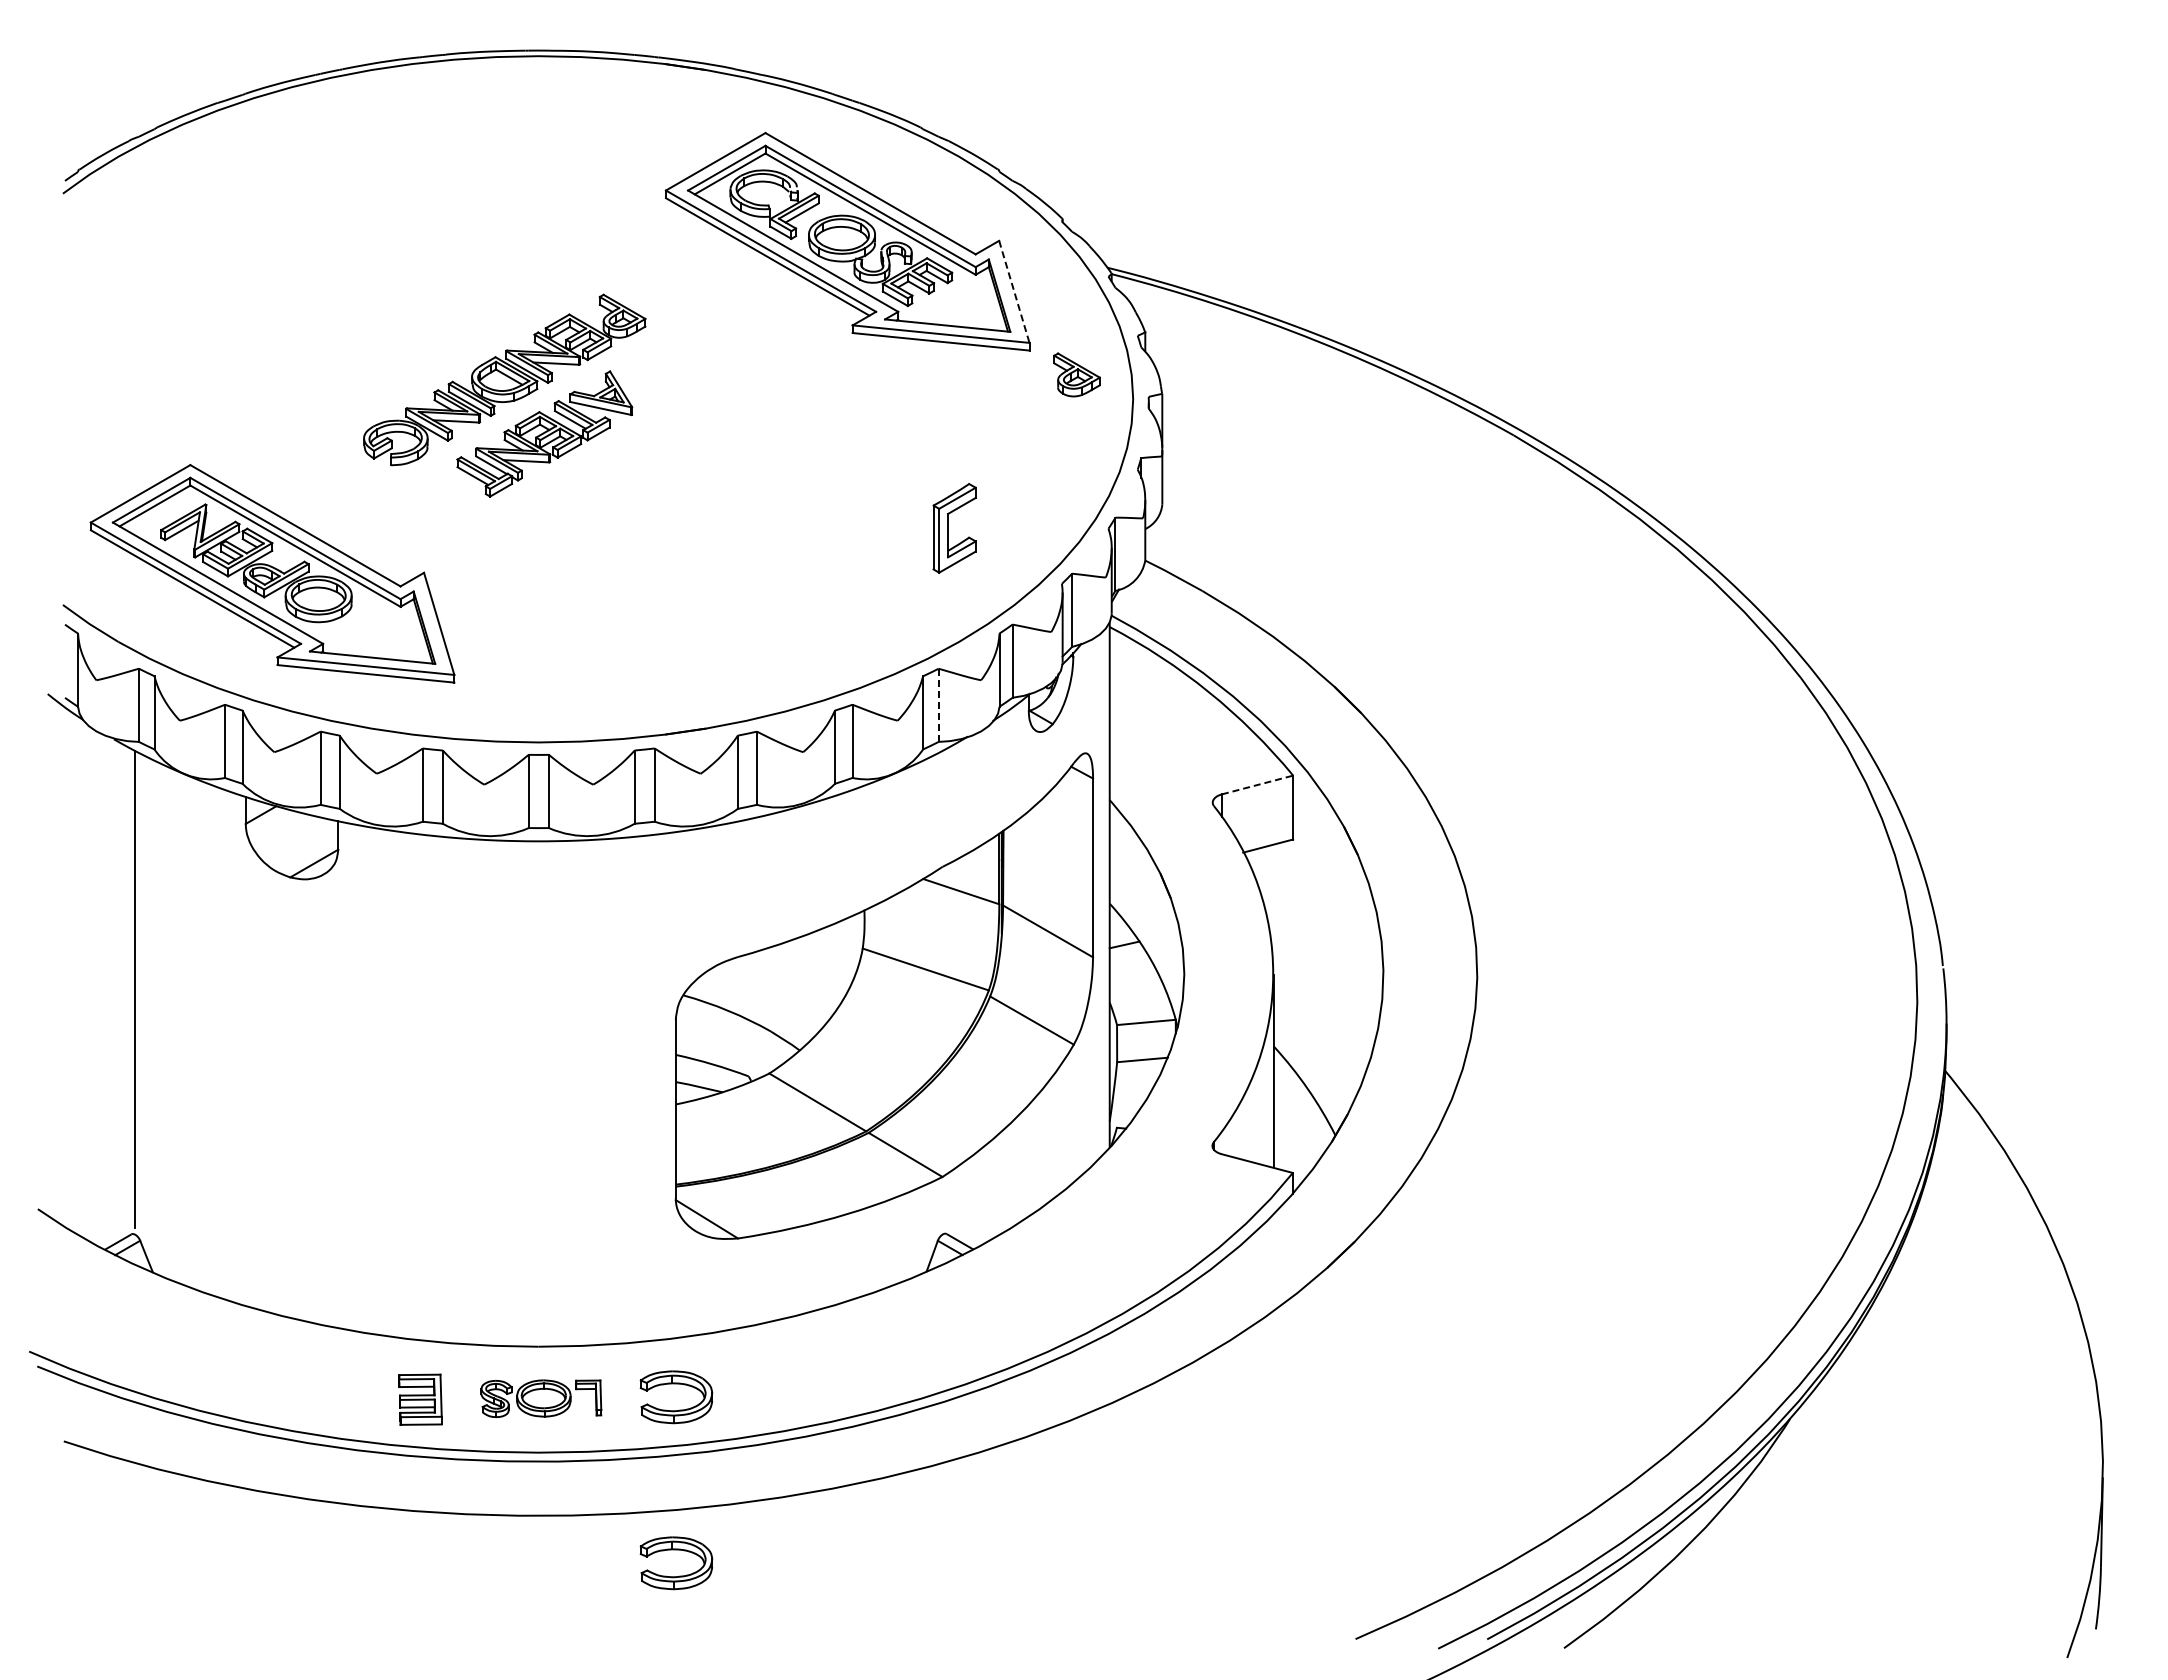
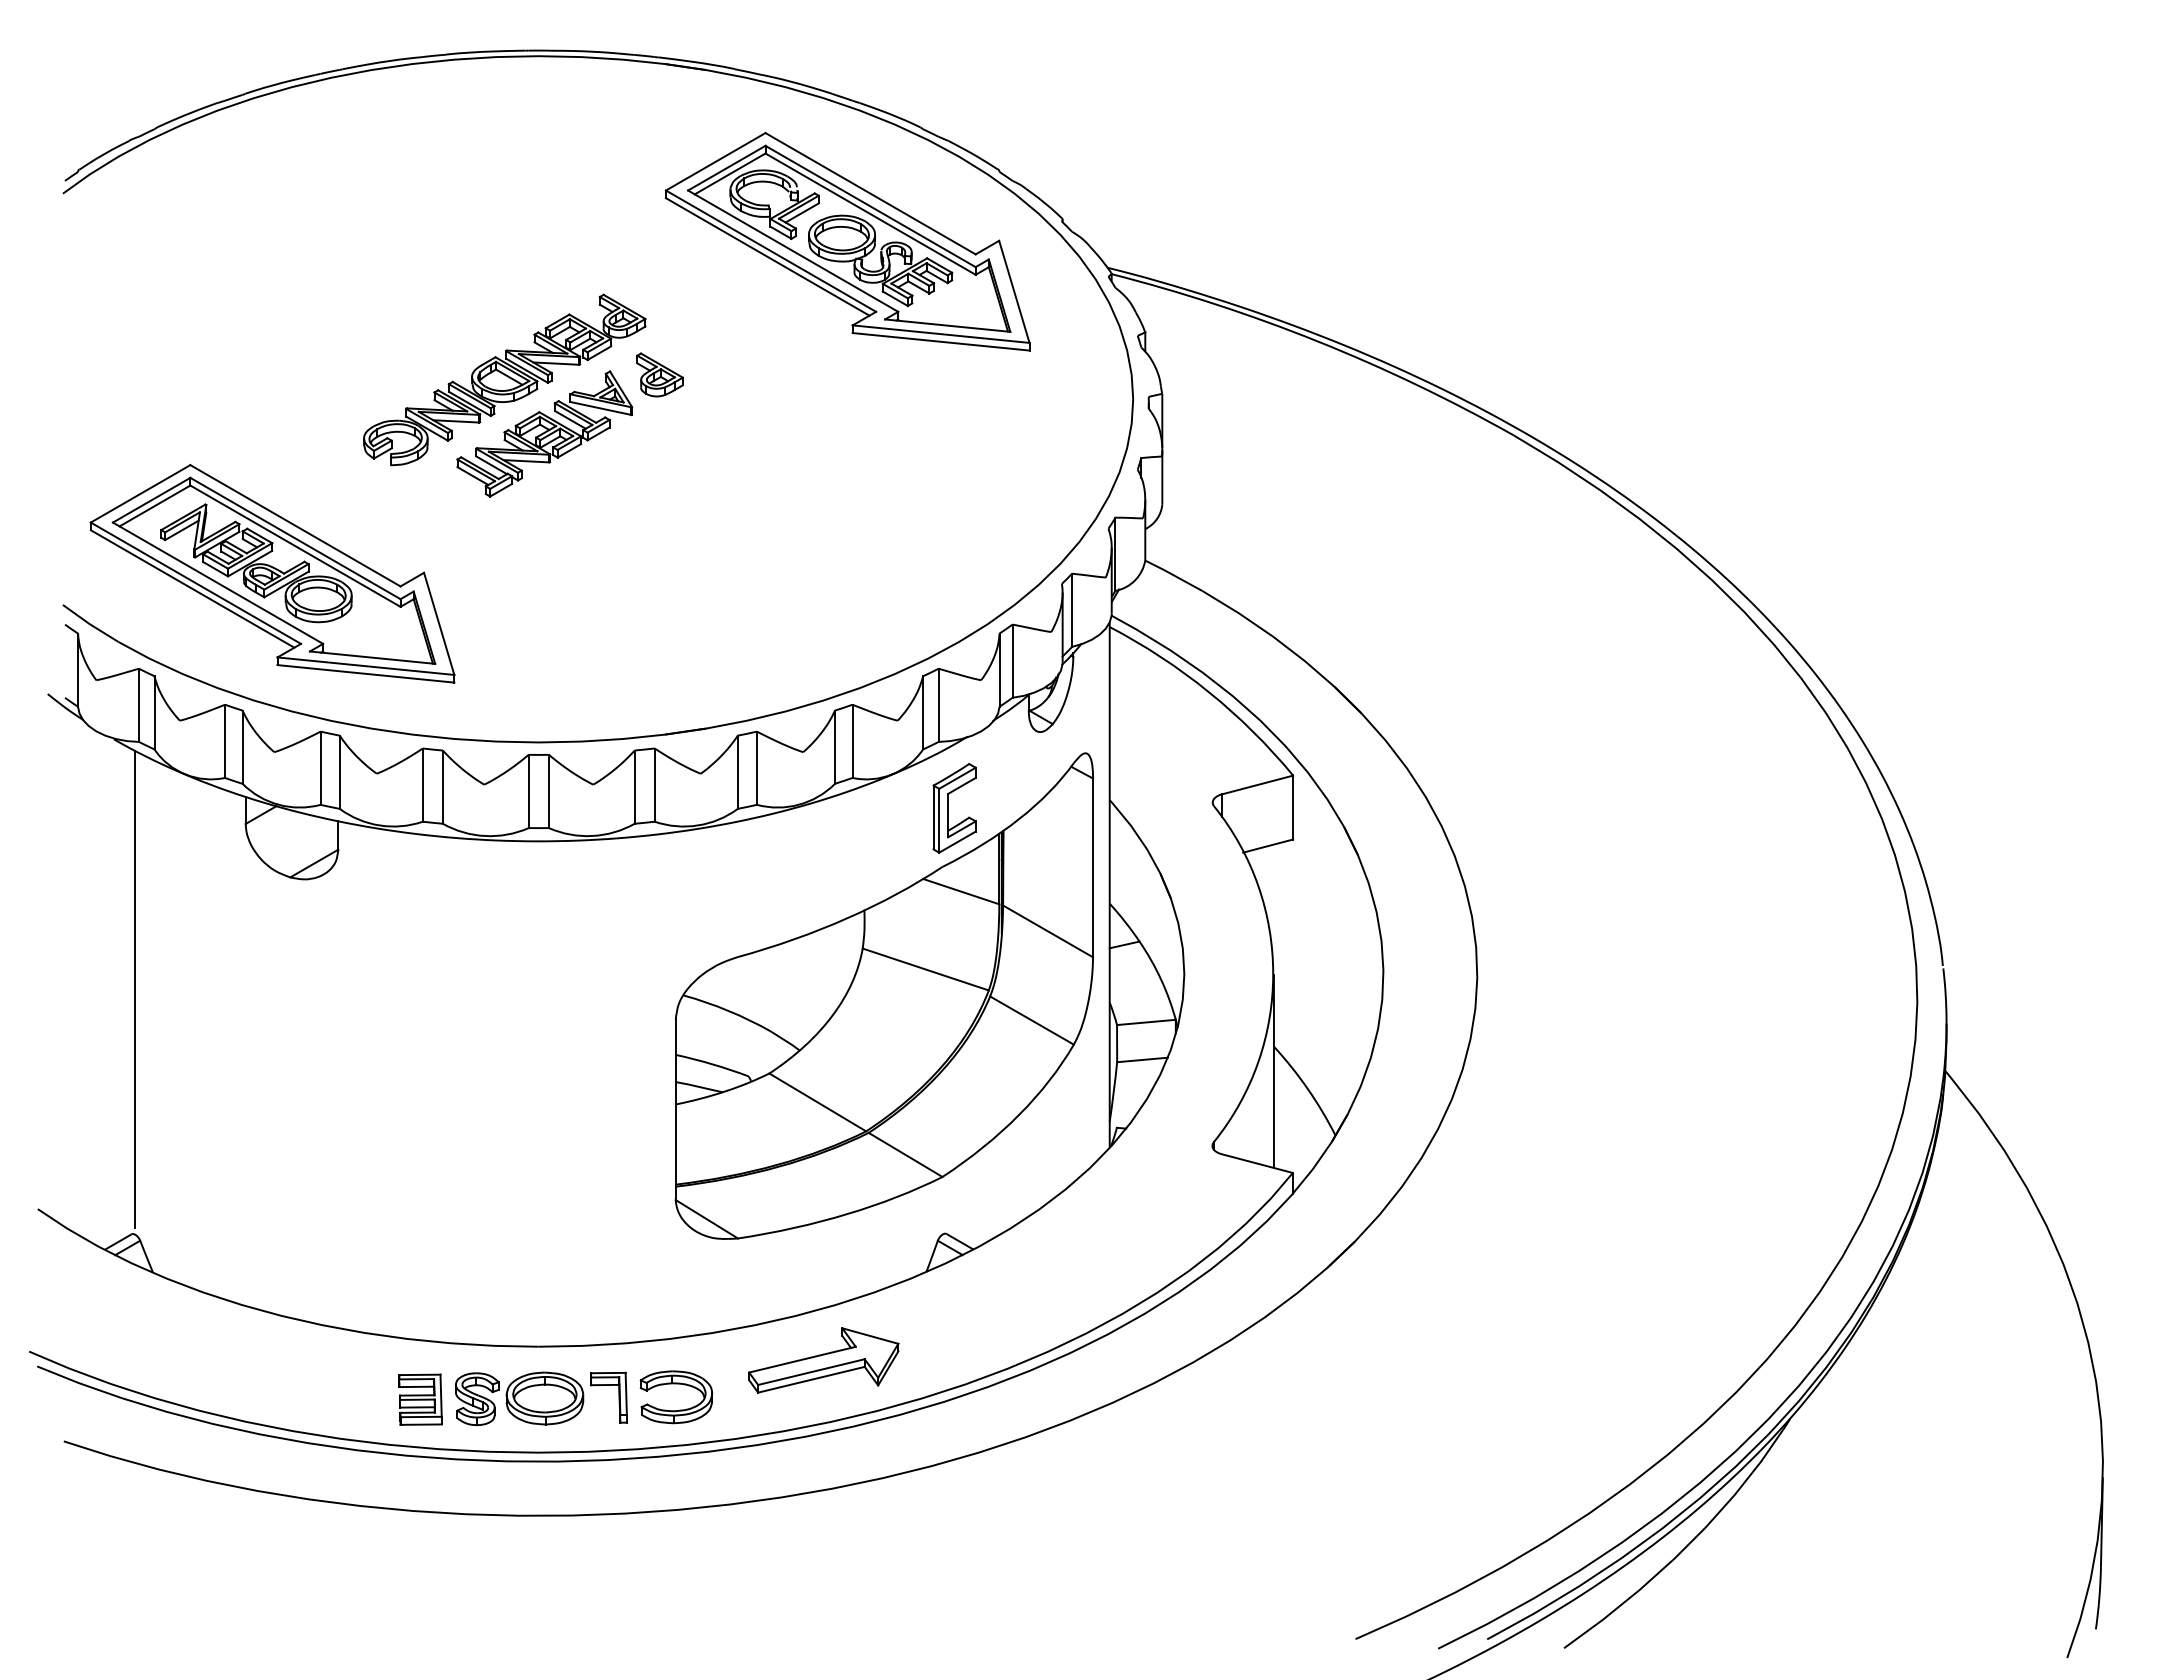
line at (1014, 292): dashed -> solid
part at (1076, 374) position: (1076, 374) -> (659, 374)
part at (954, 528) position: (954, 528) -> (954, 808)
line at (938, 705): dashed -> solid
line at (1257, 785): dashed -> solid
part at (823, 1360): none -> present
part at (541, 1398) size: 123x39 px -> 173x55 px
part at (679, 1575): present -> none
